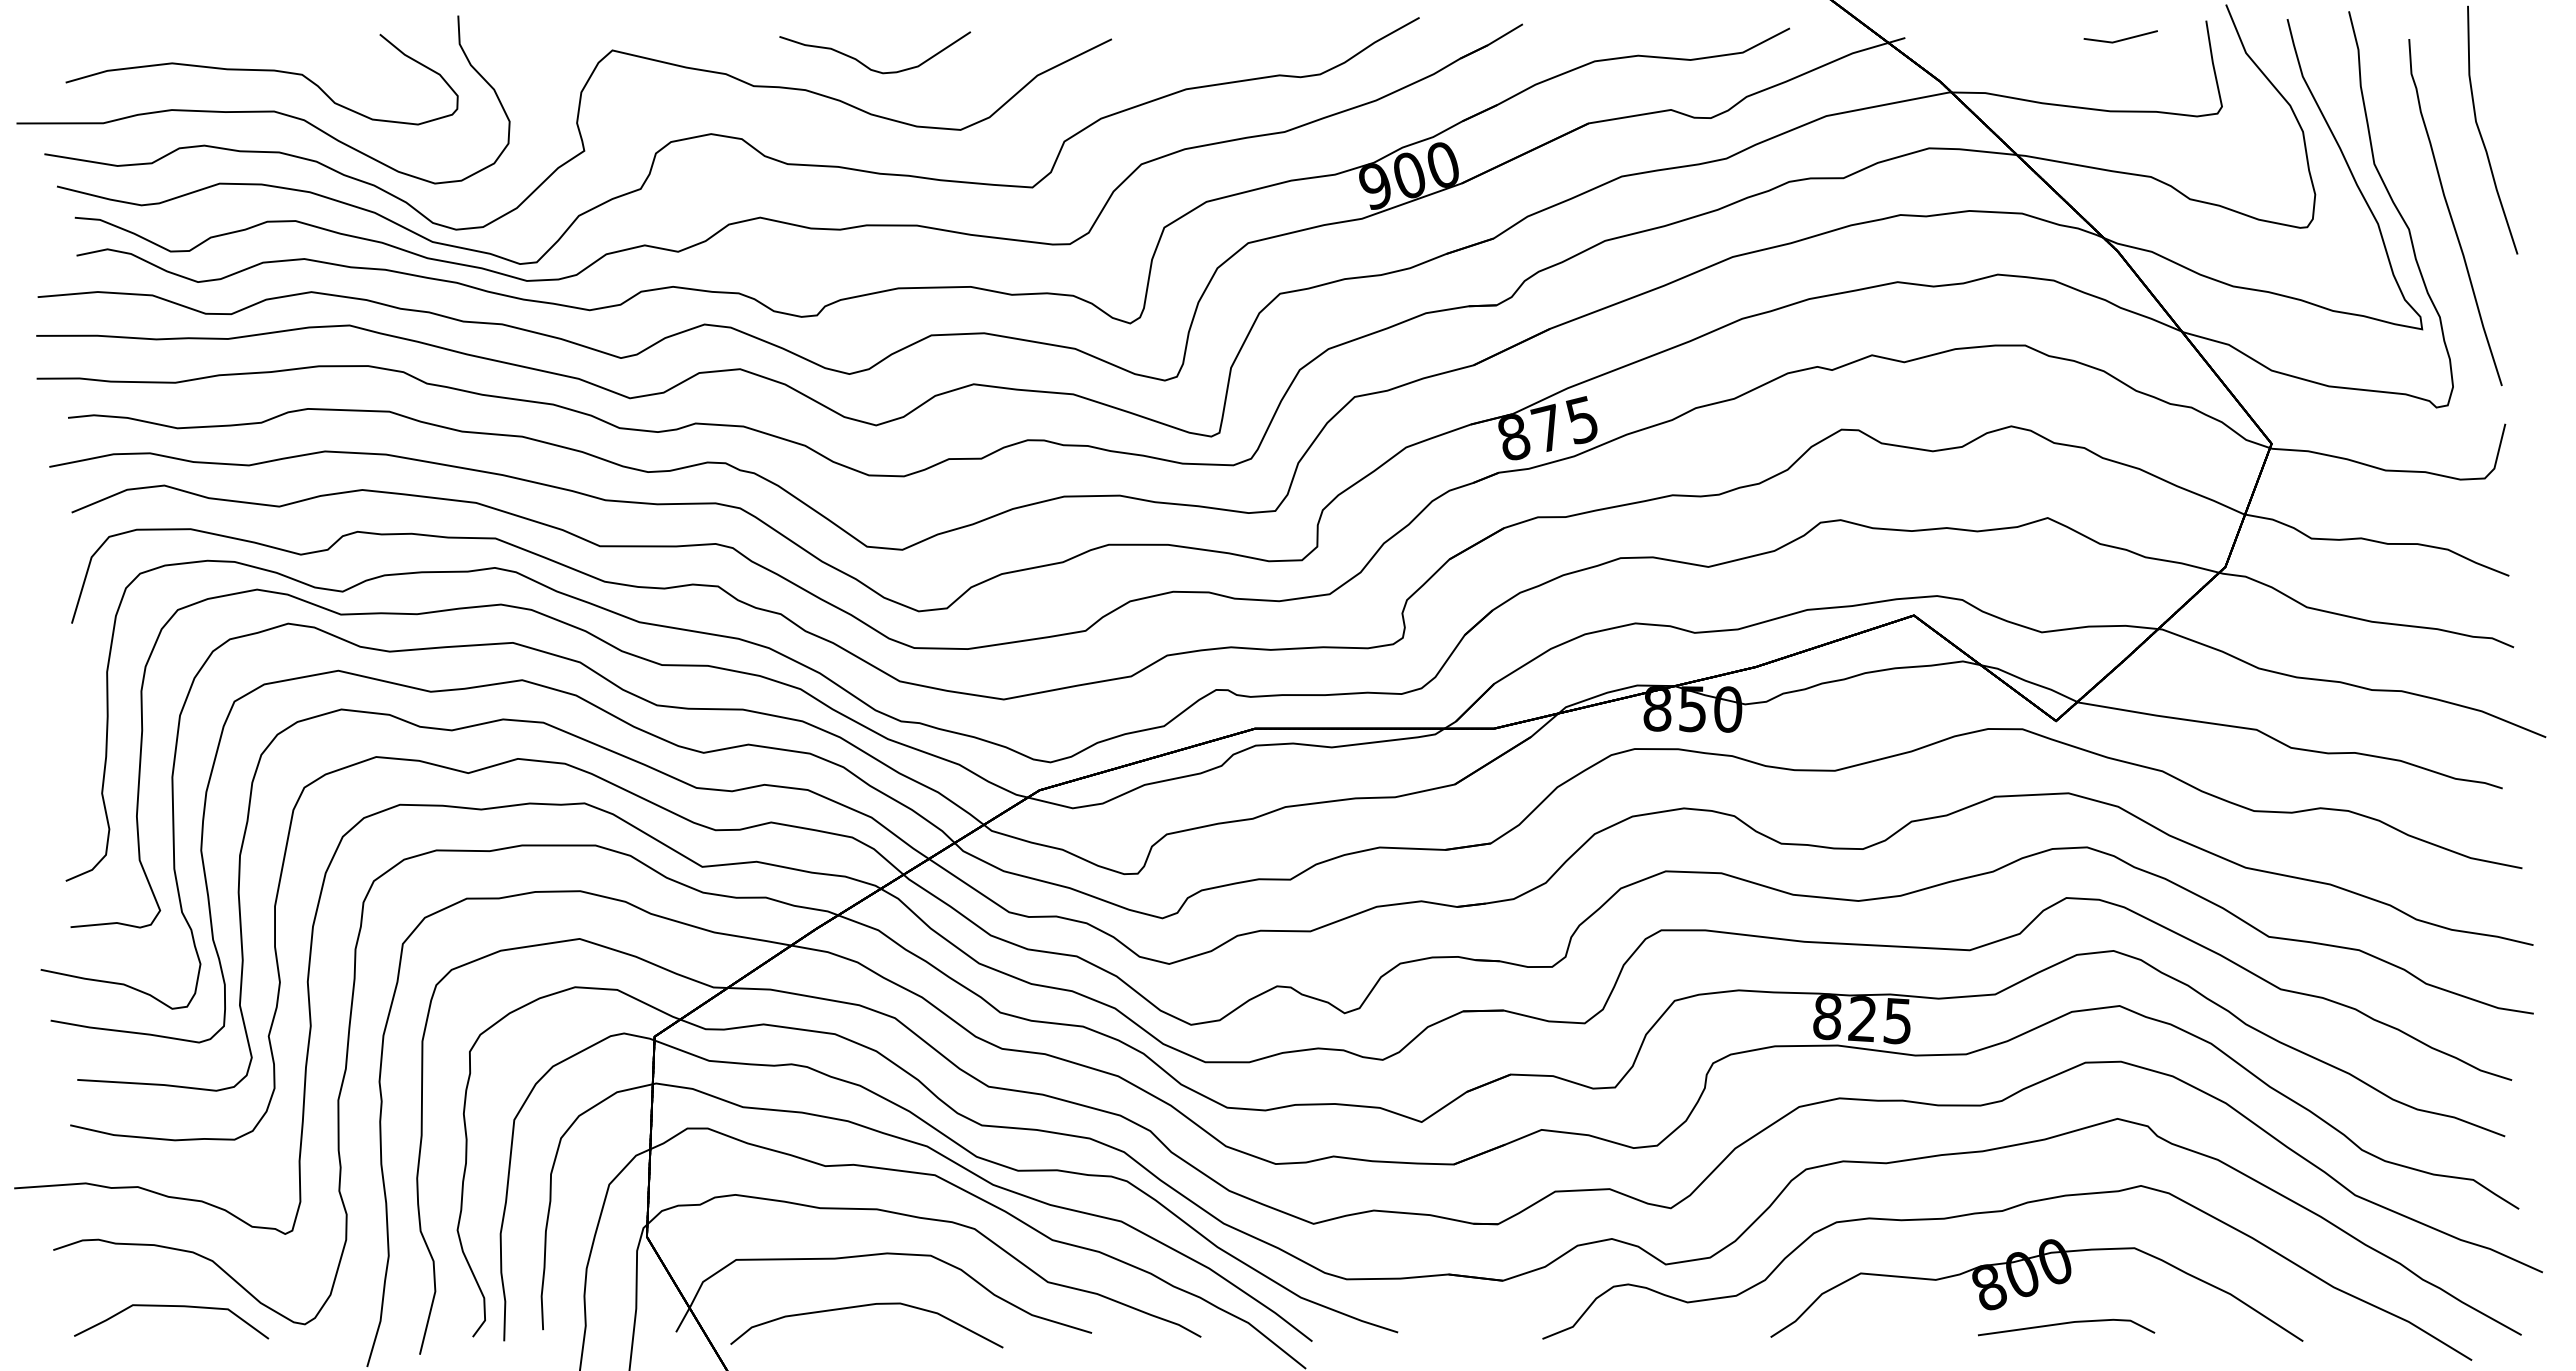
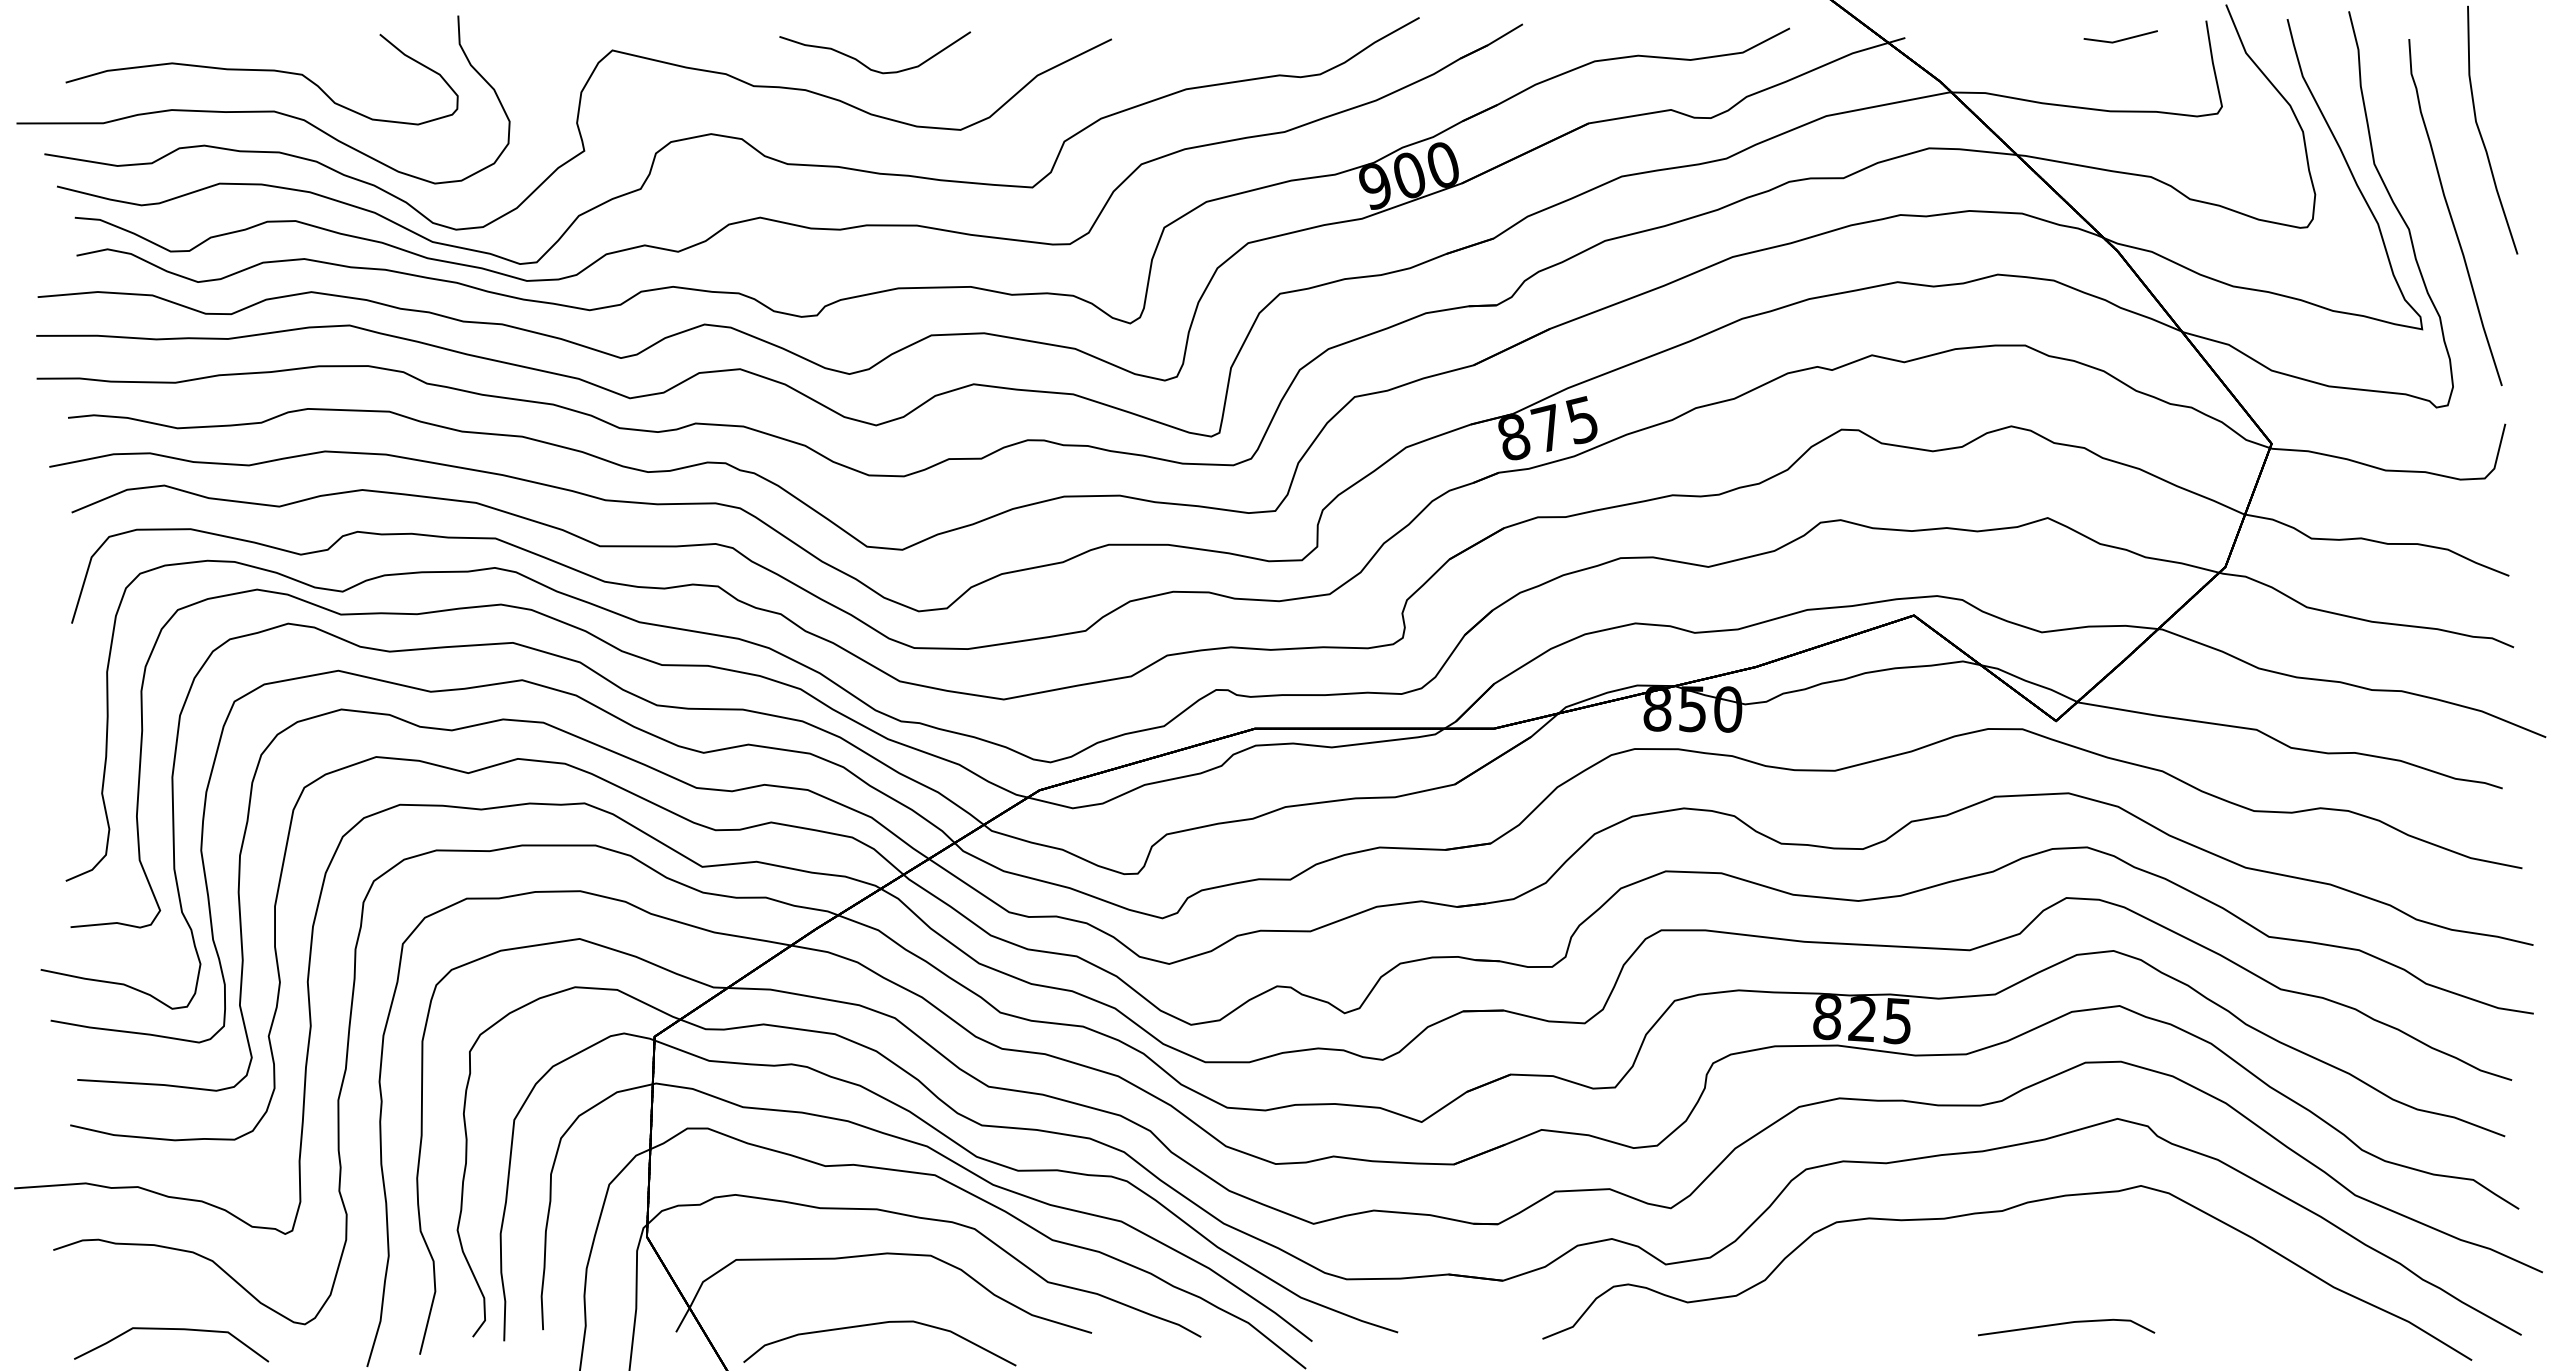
part at (2036, 1290): present -> none
curve at (171, 1306) position: (171, 1306) -> (171, 1329)
curve at (866, 1306) position: (866, 1306) -> (879, 1324)
